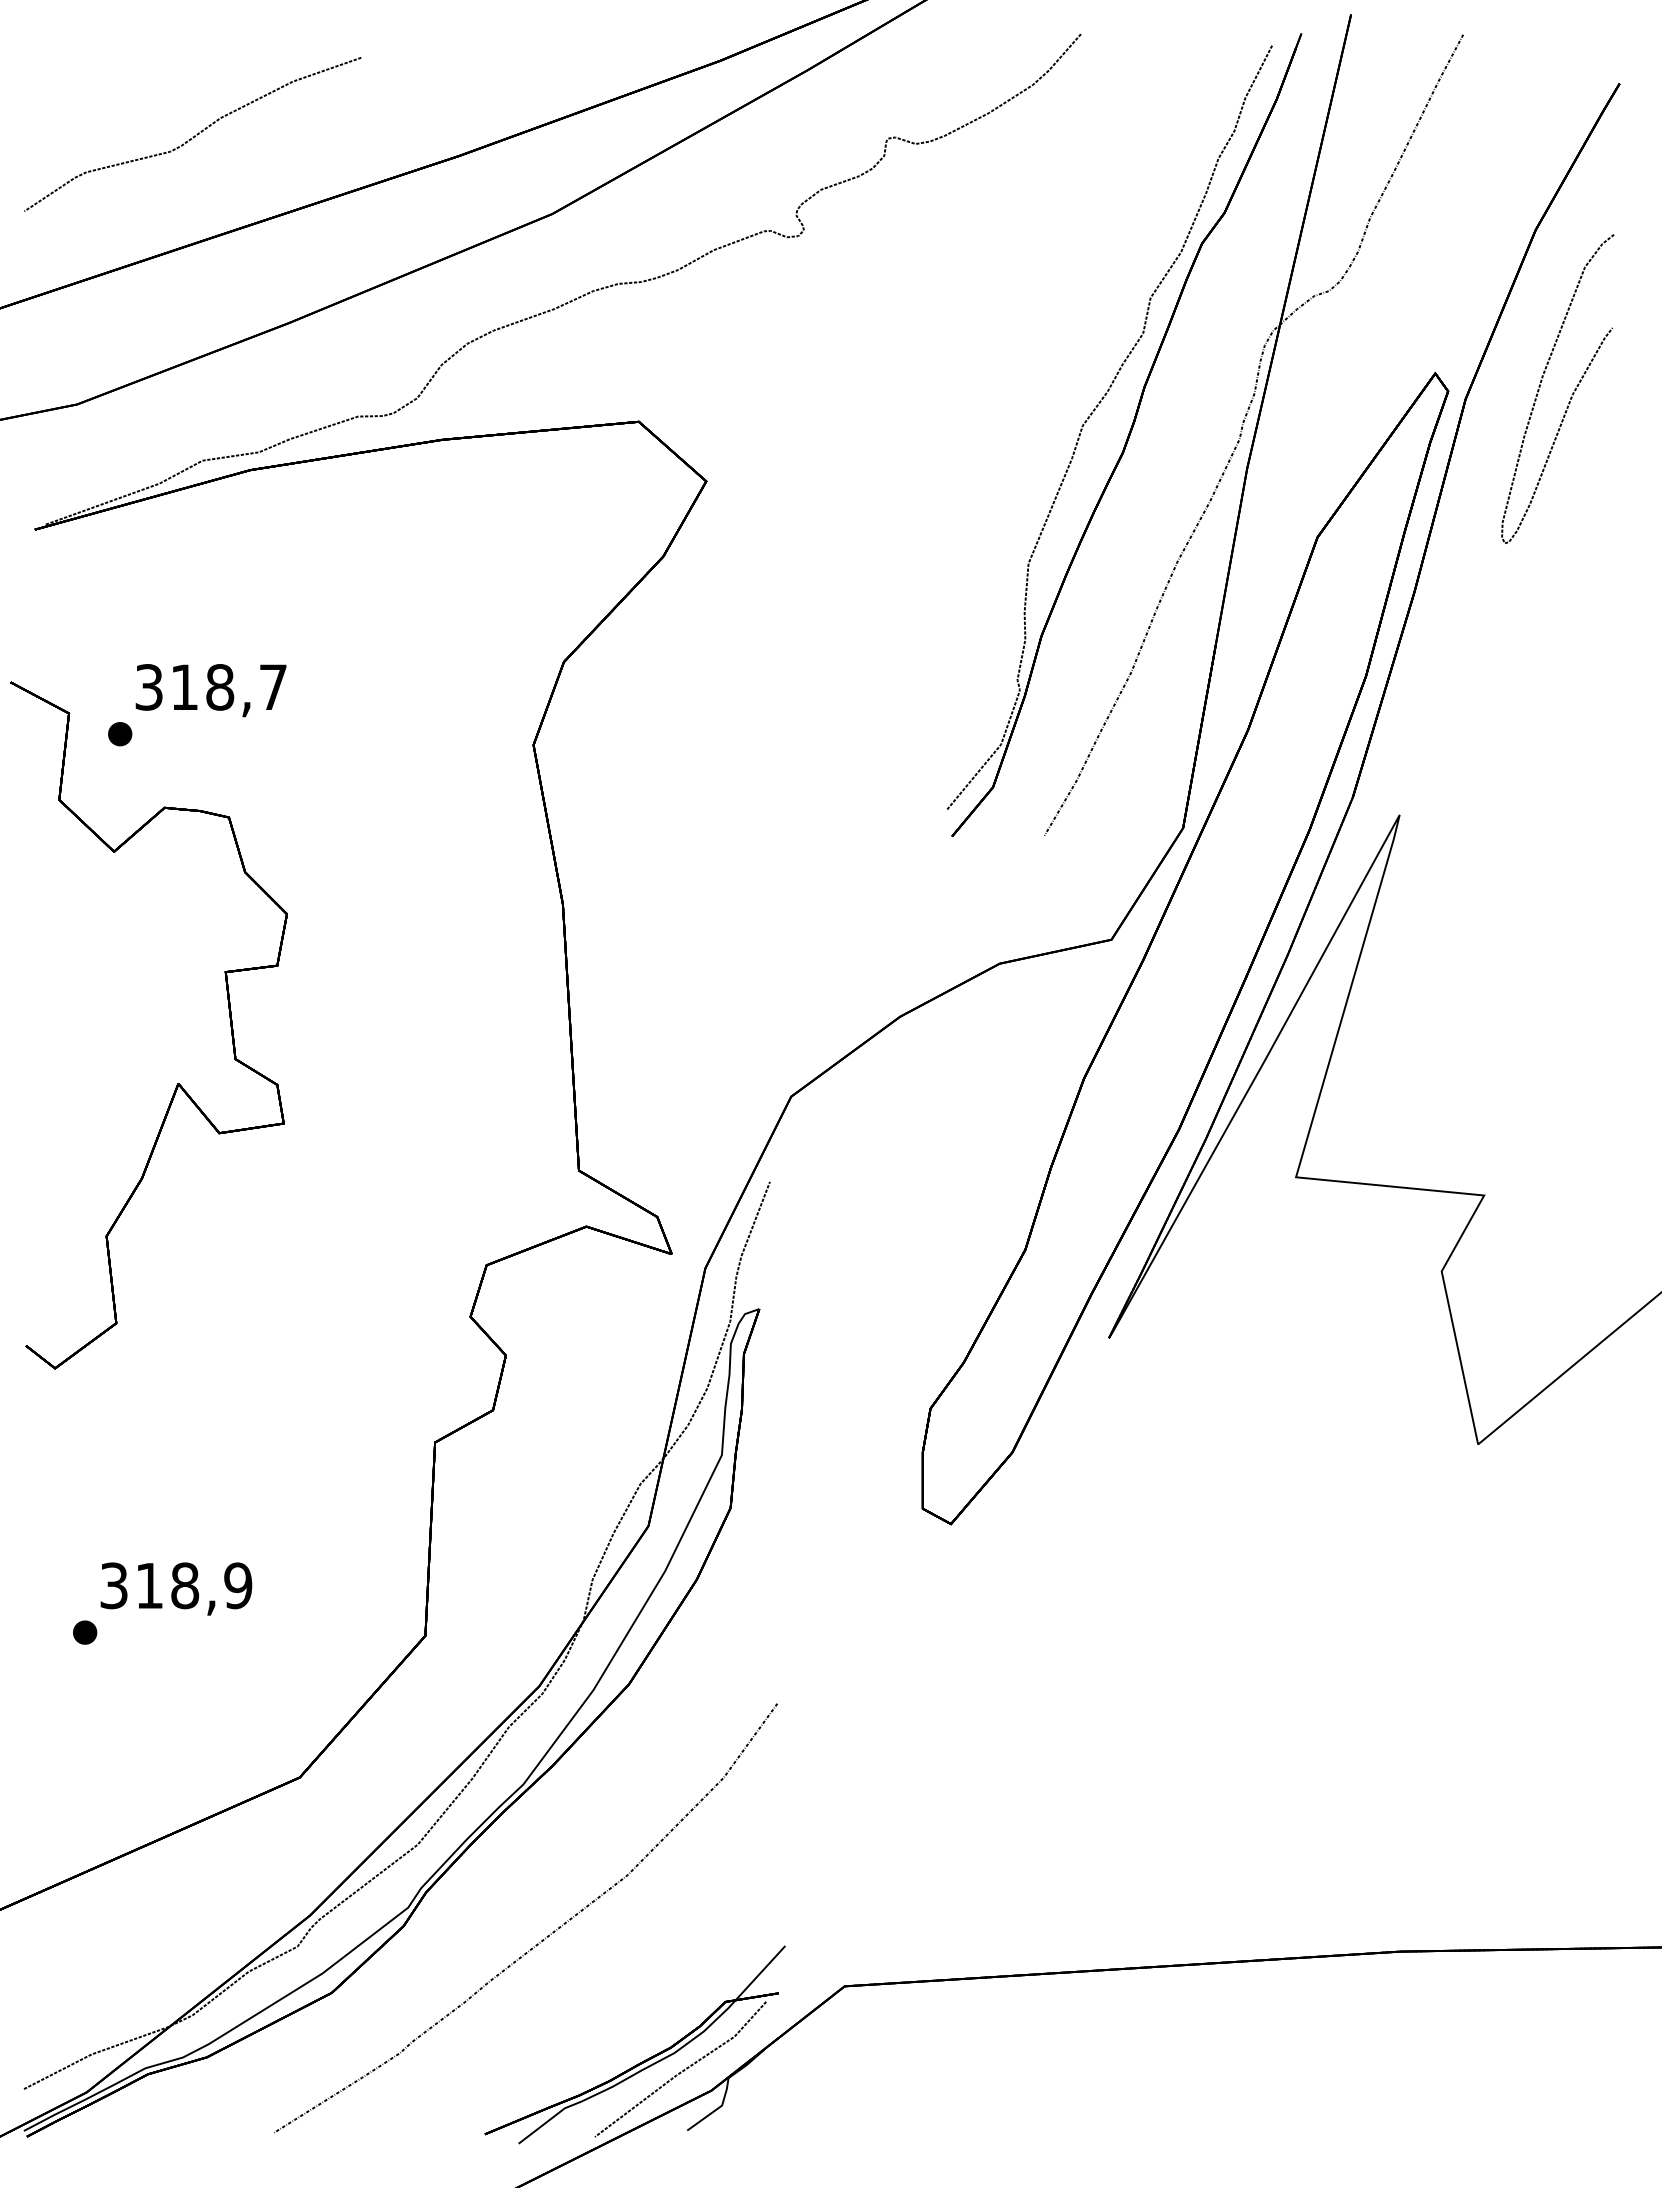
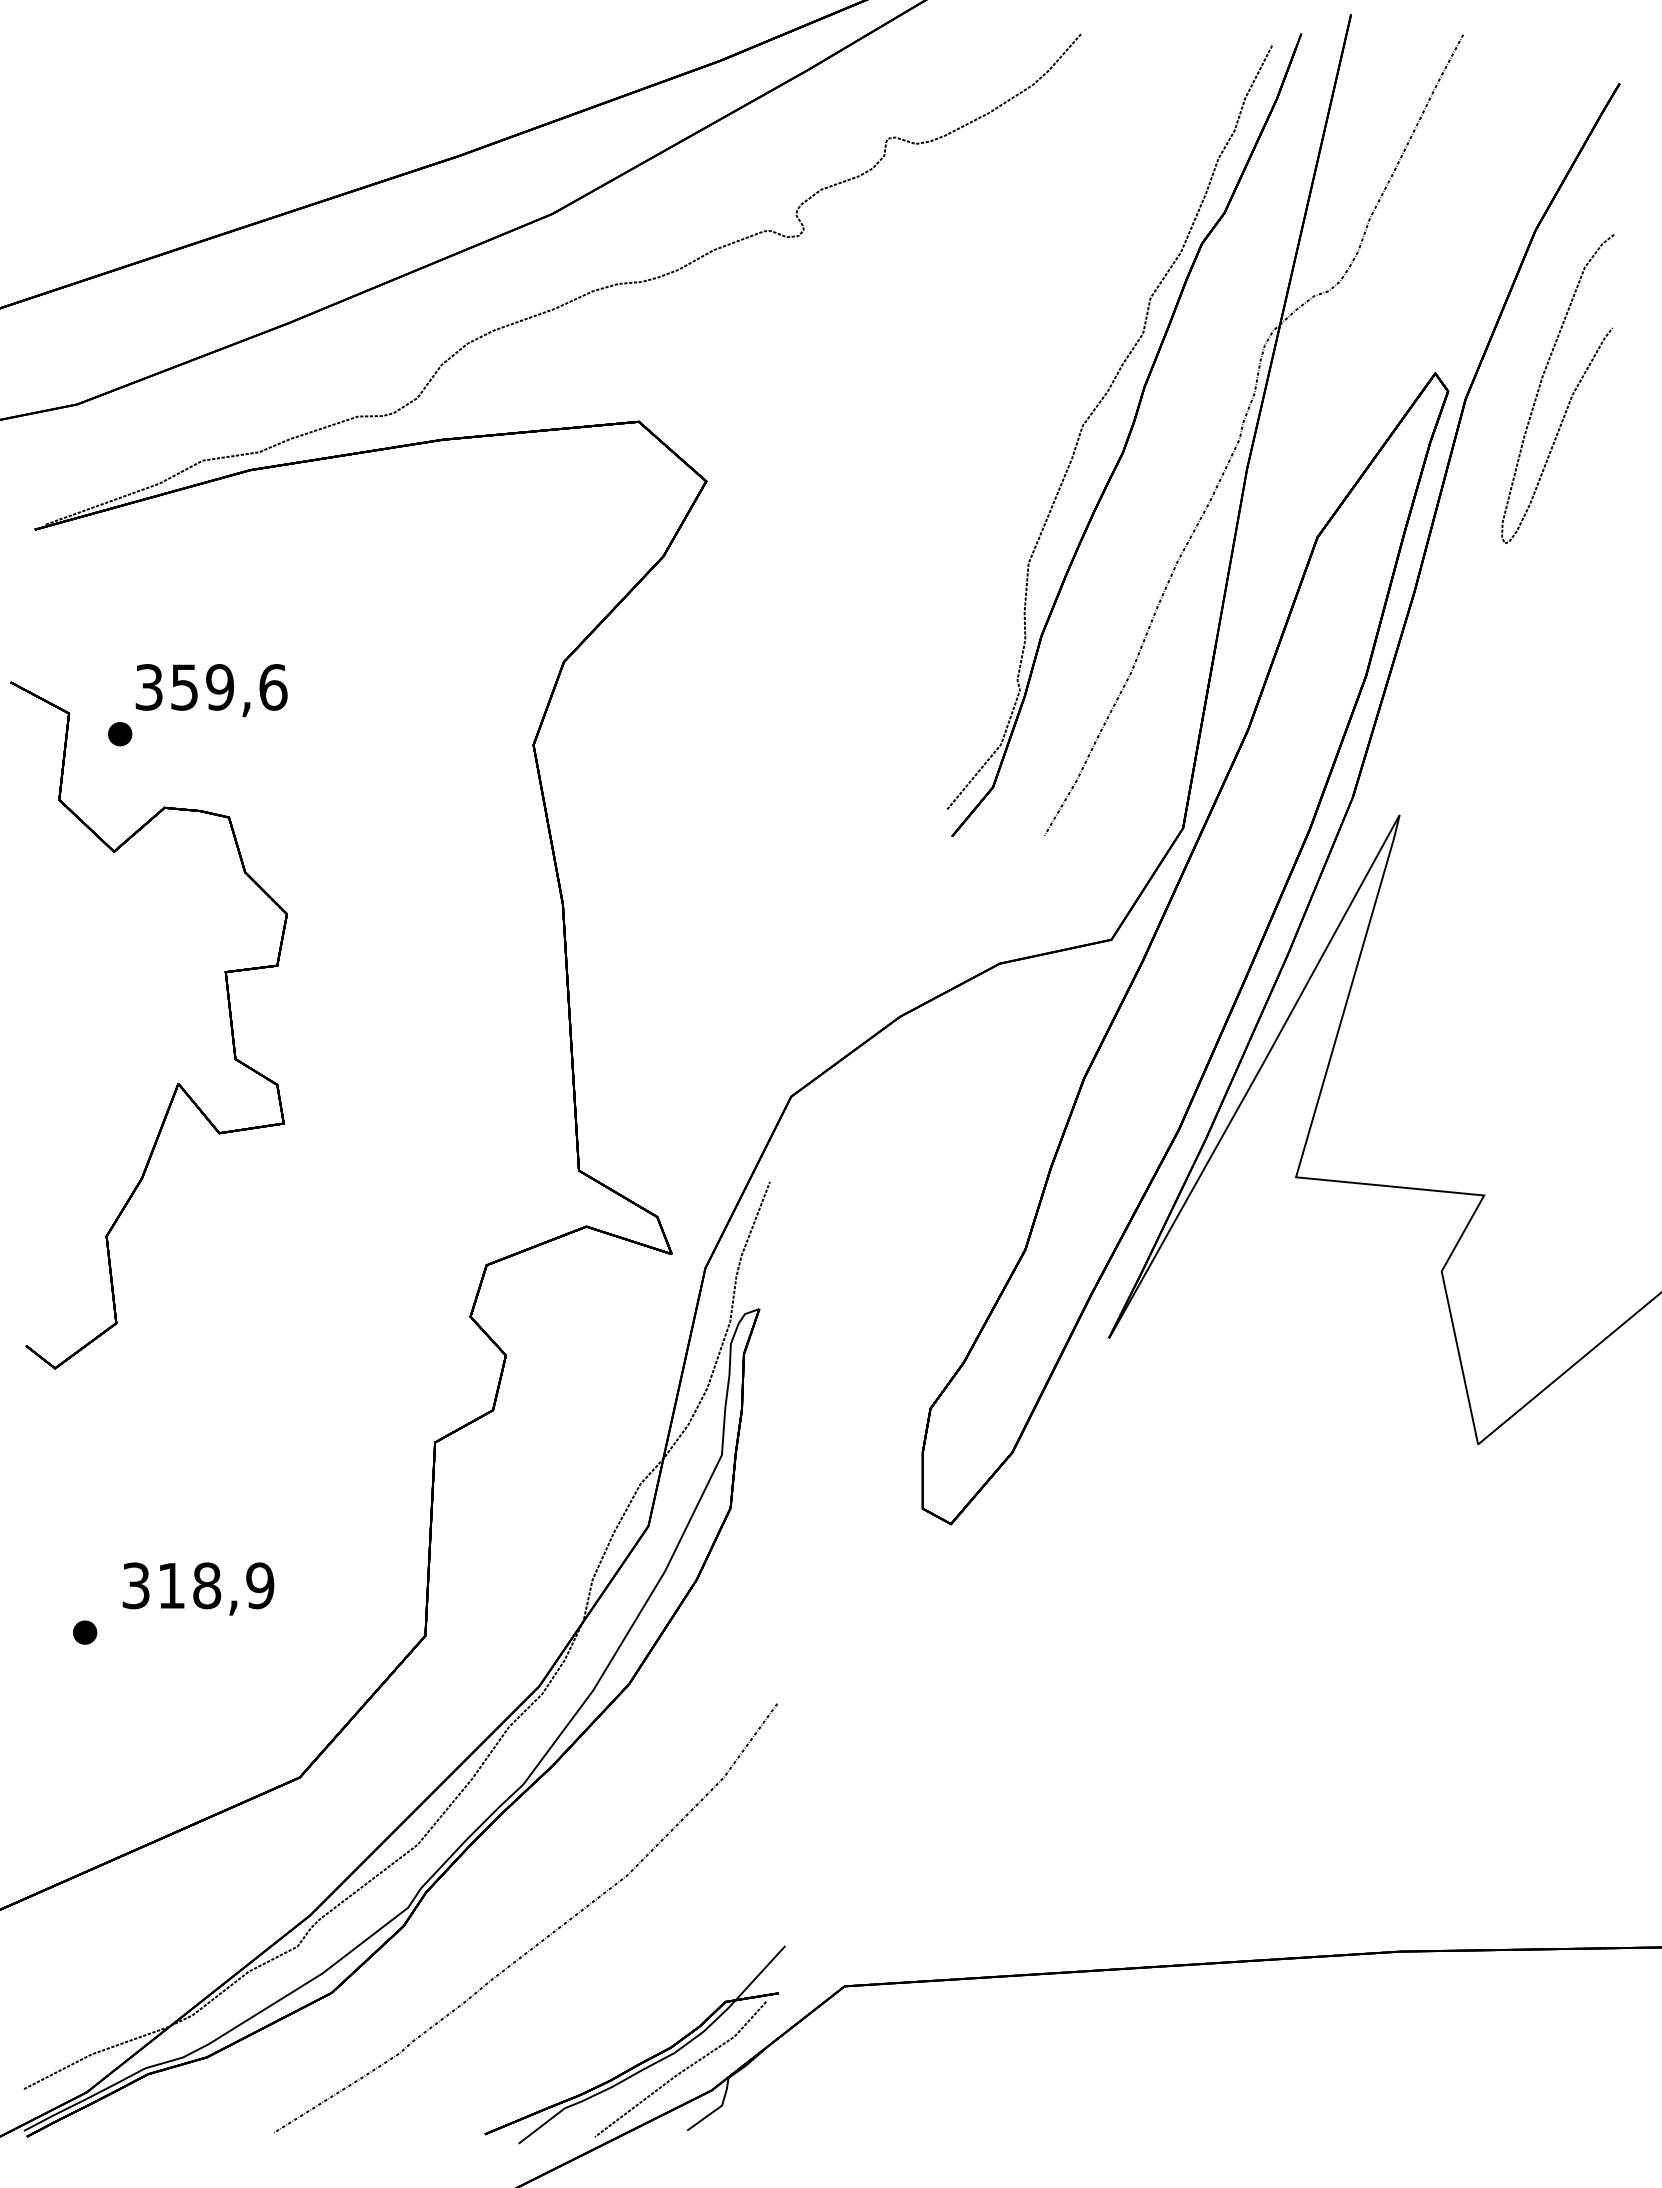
part at (192, 134): present -> none
text at (229, 687): 318,7 -> 359,6
text at (176, 1588) position: (176, 1588) -> (198, 1588)
